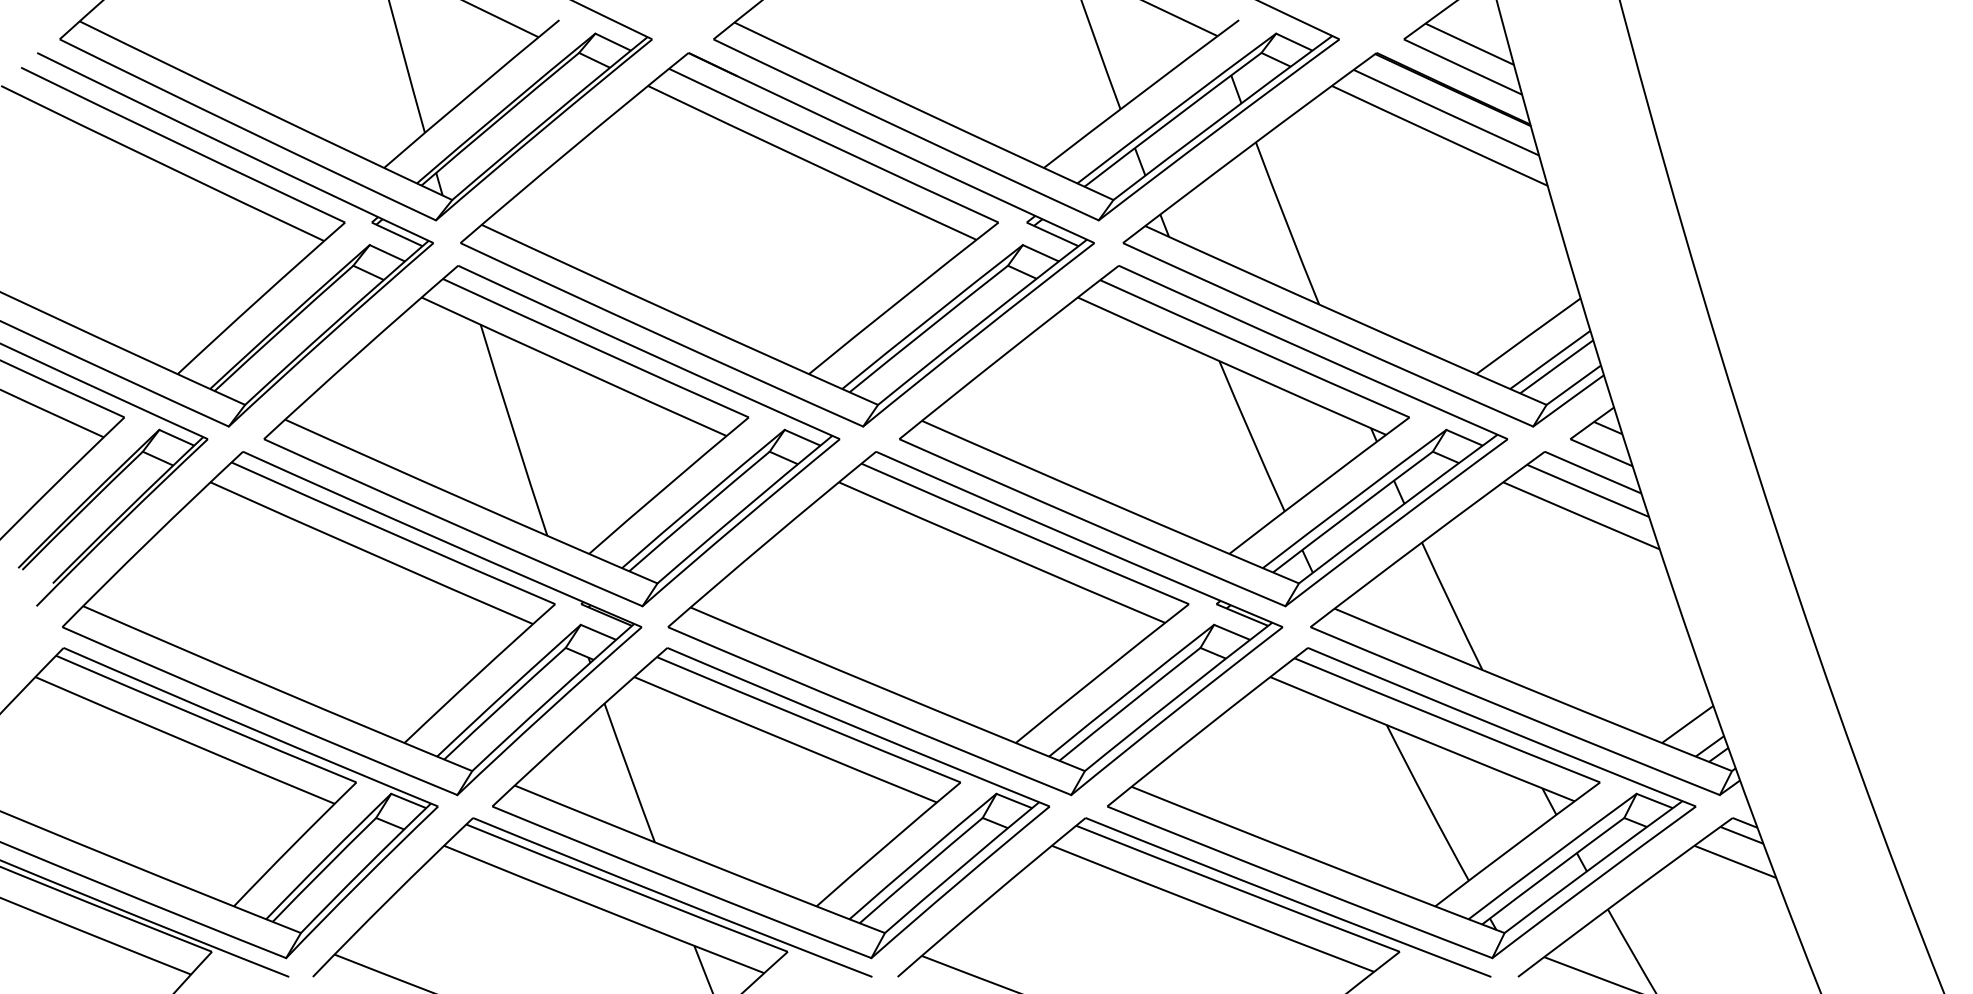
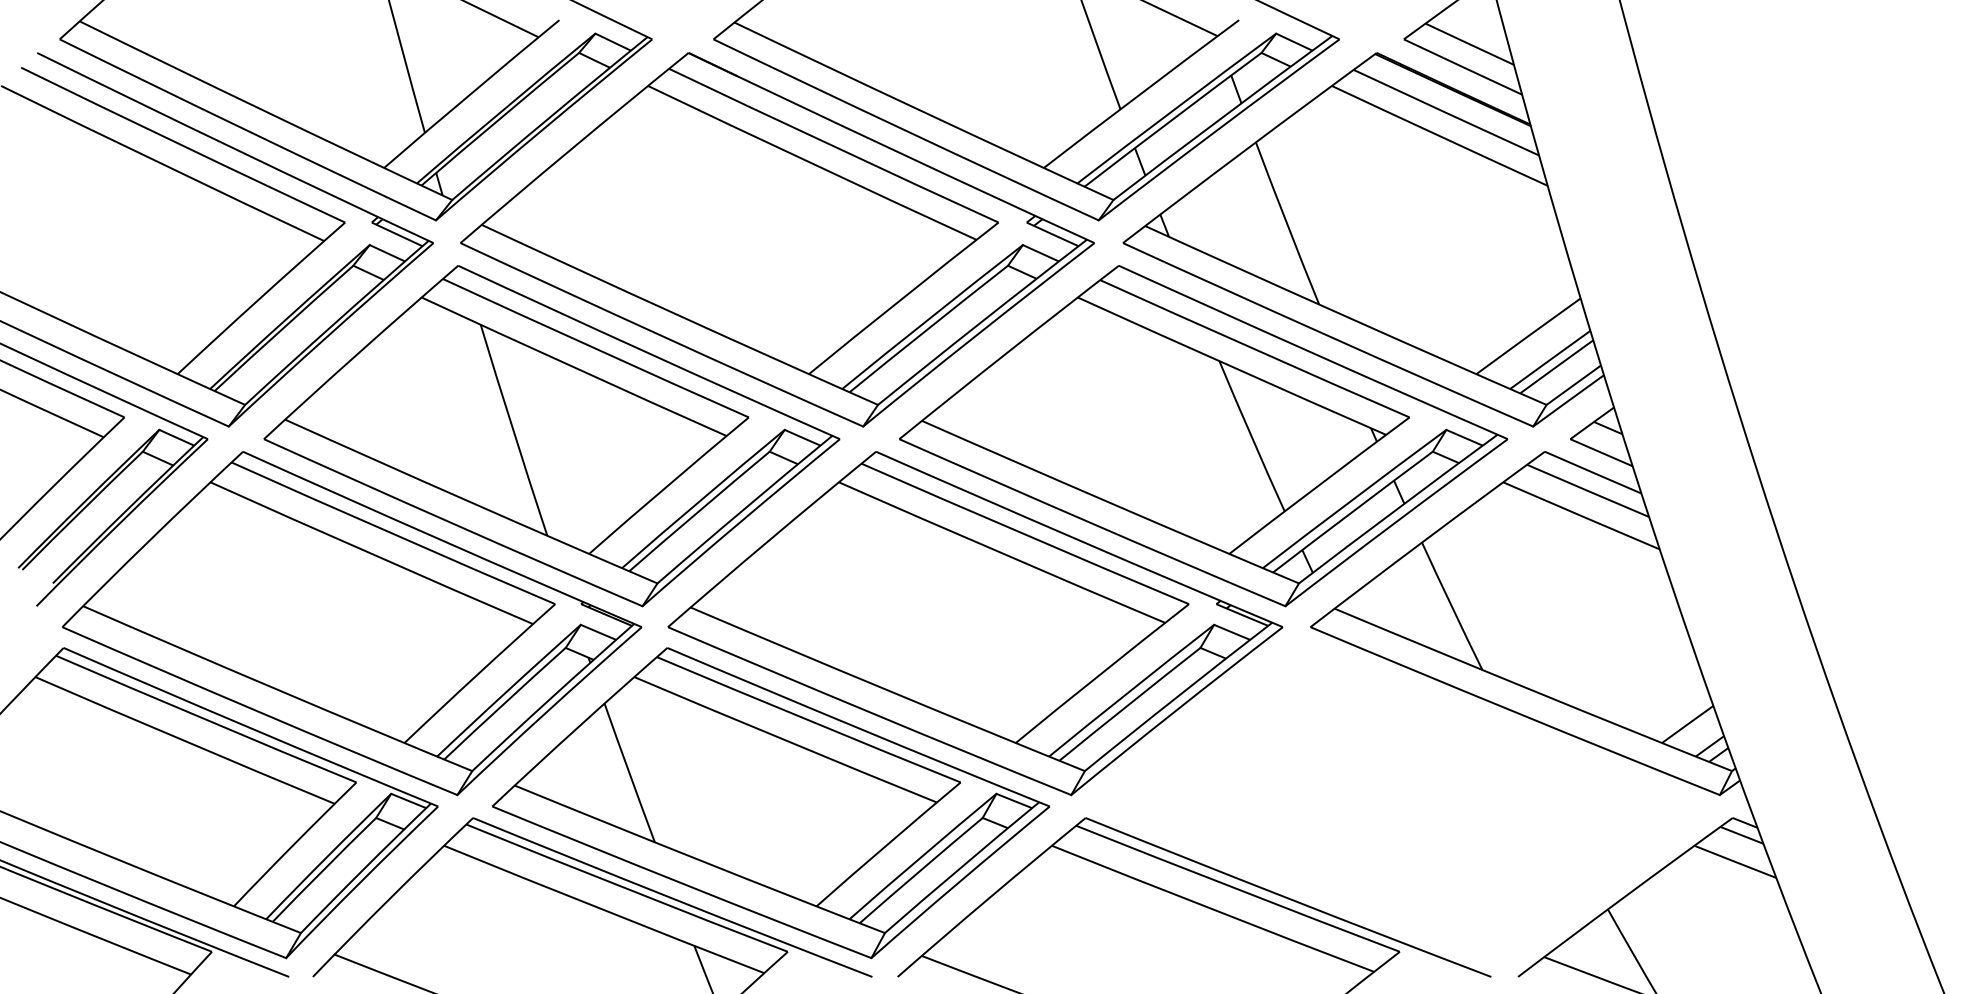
part at (1401, 803): present -> none
